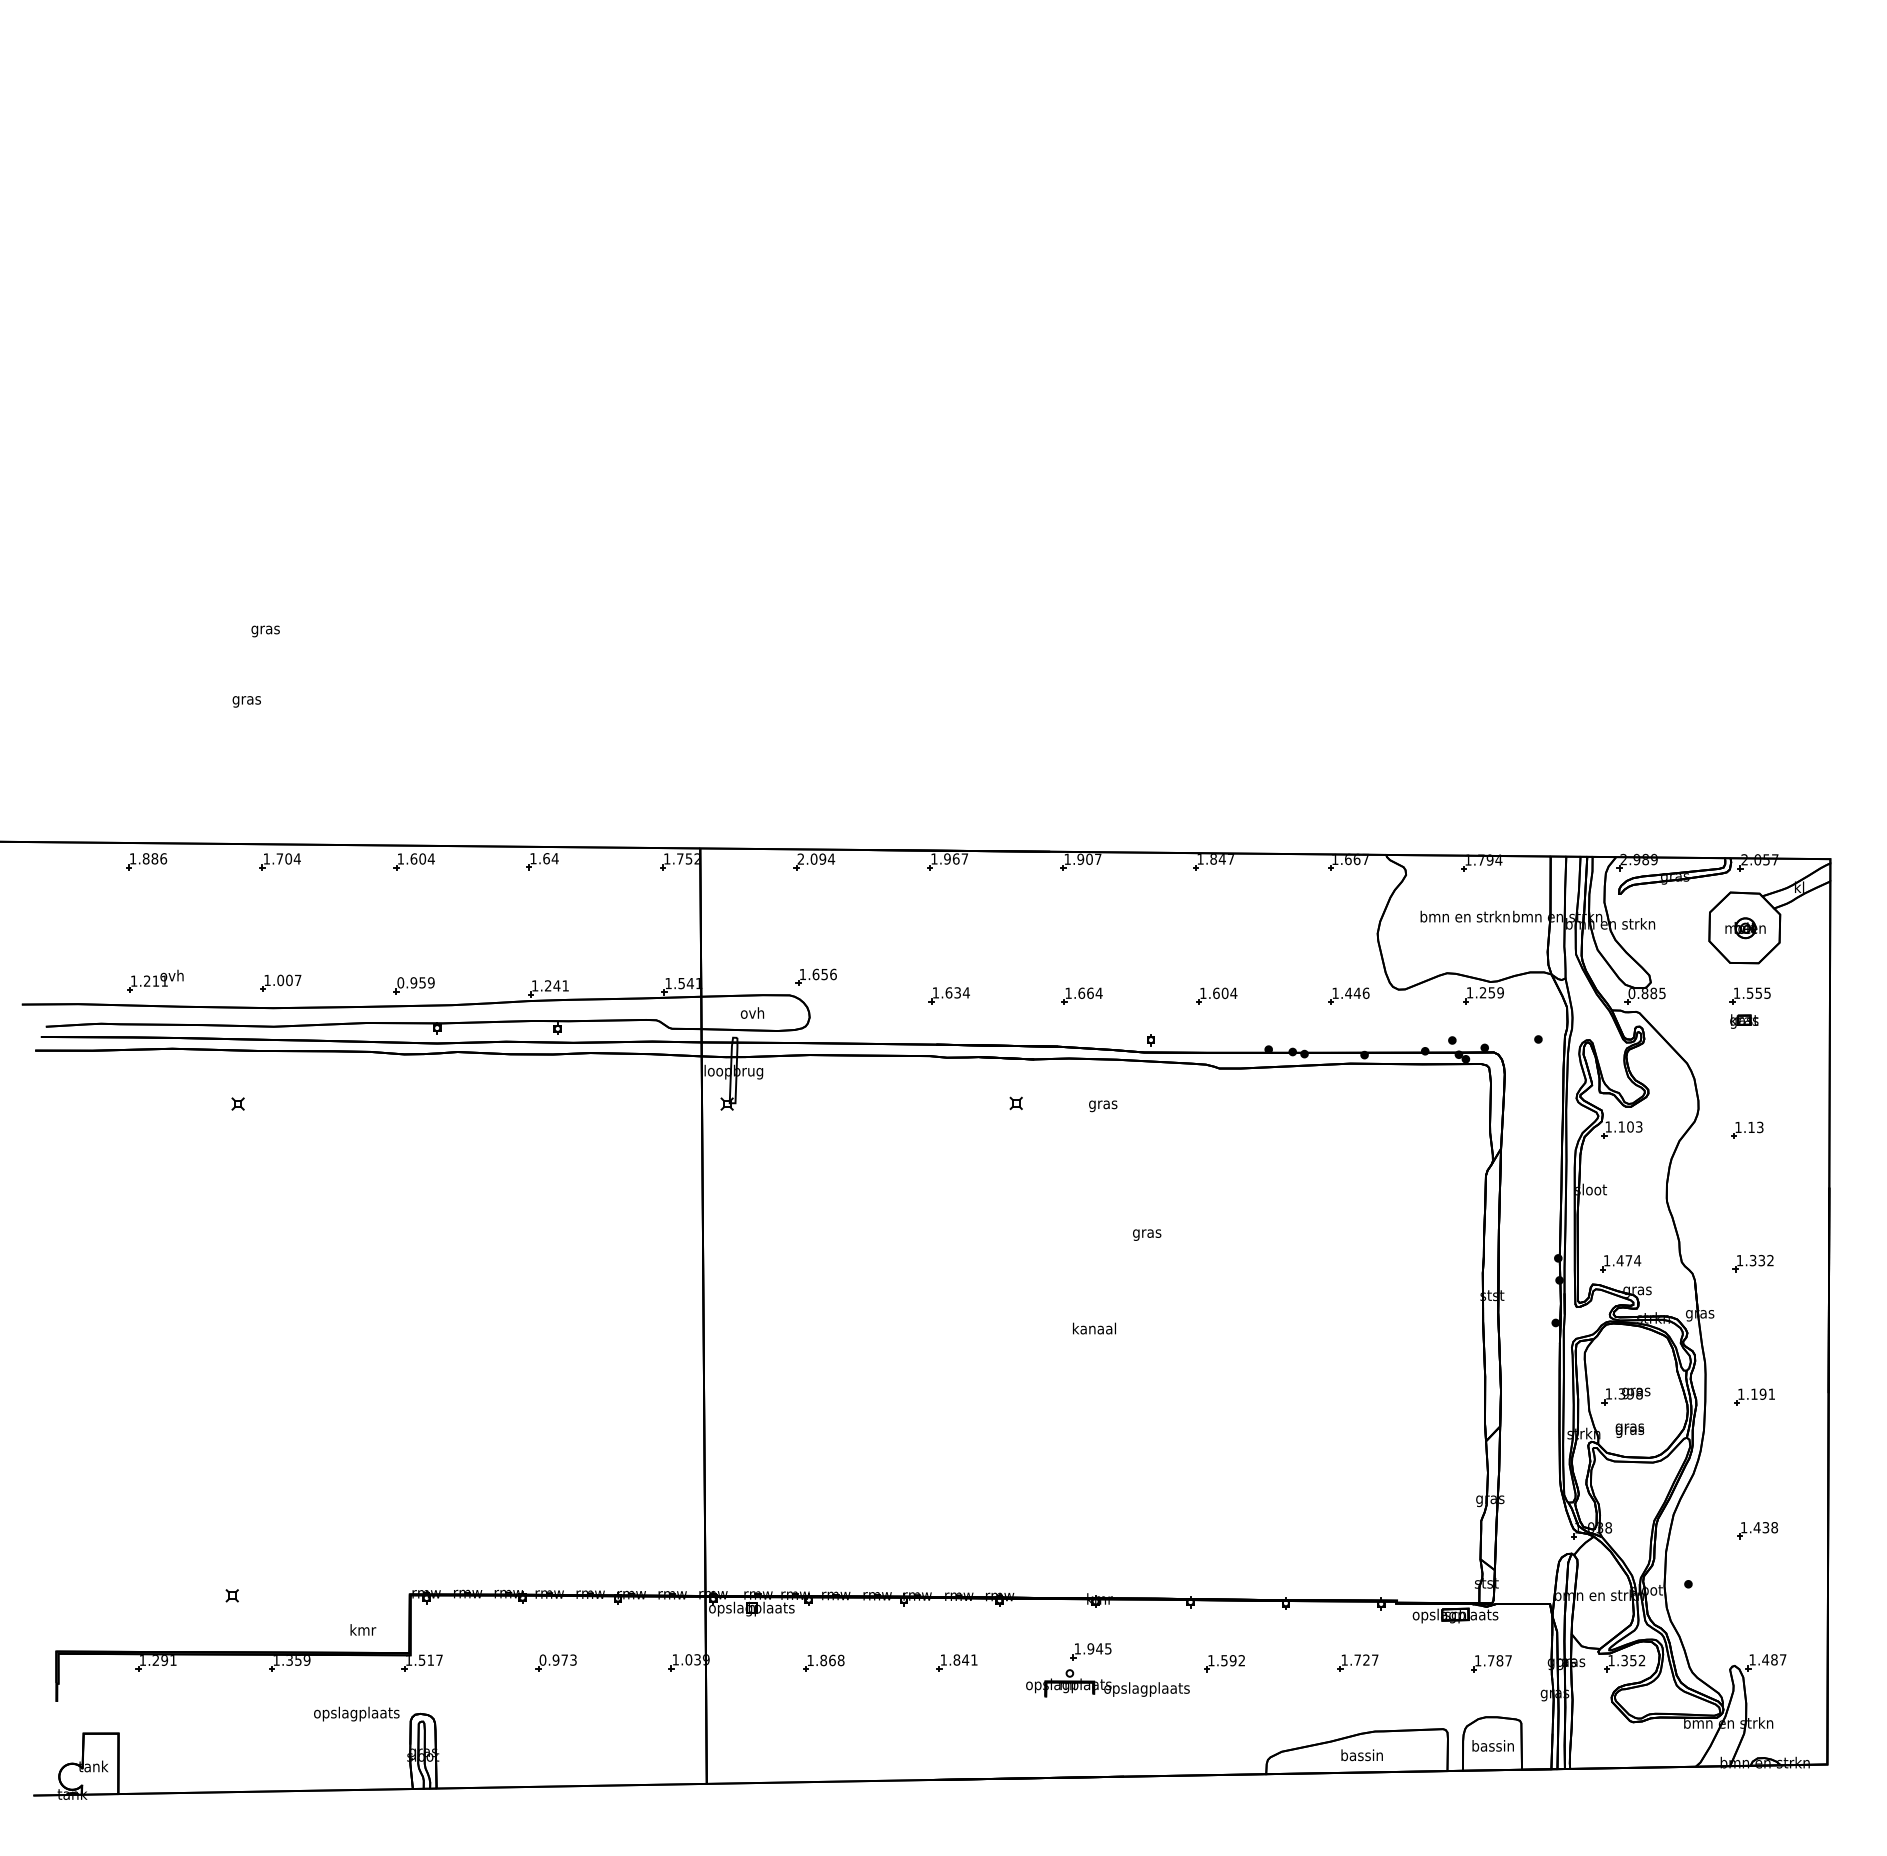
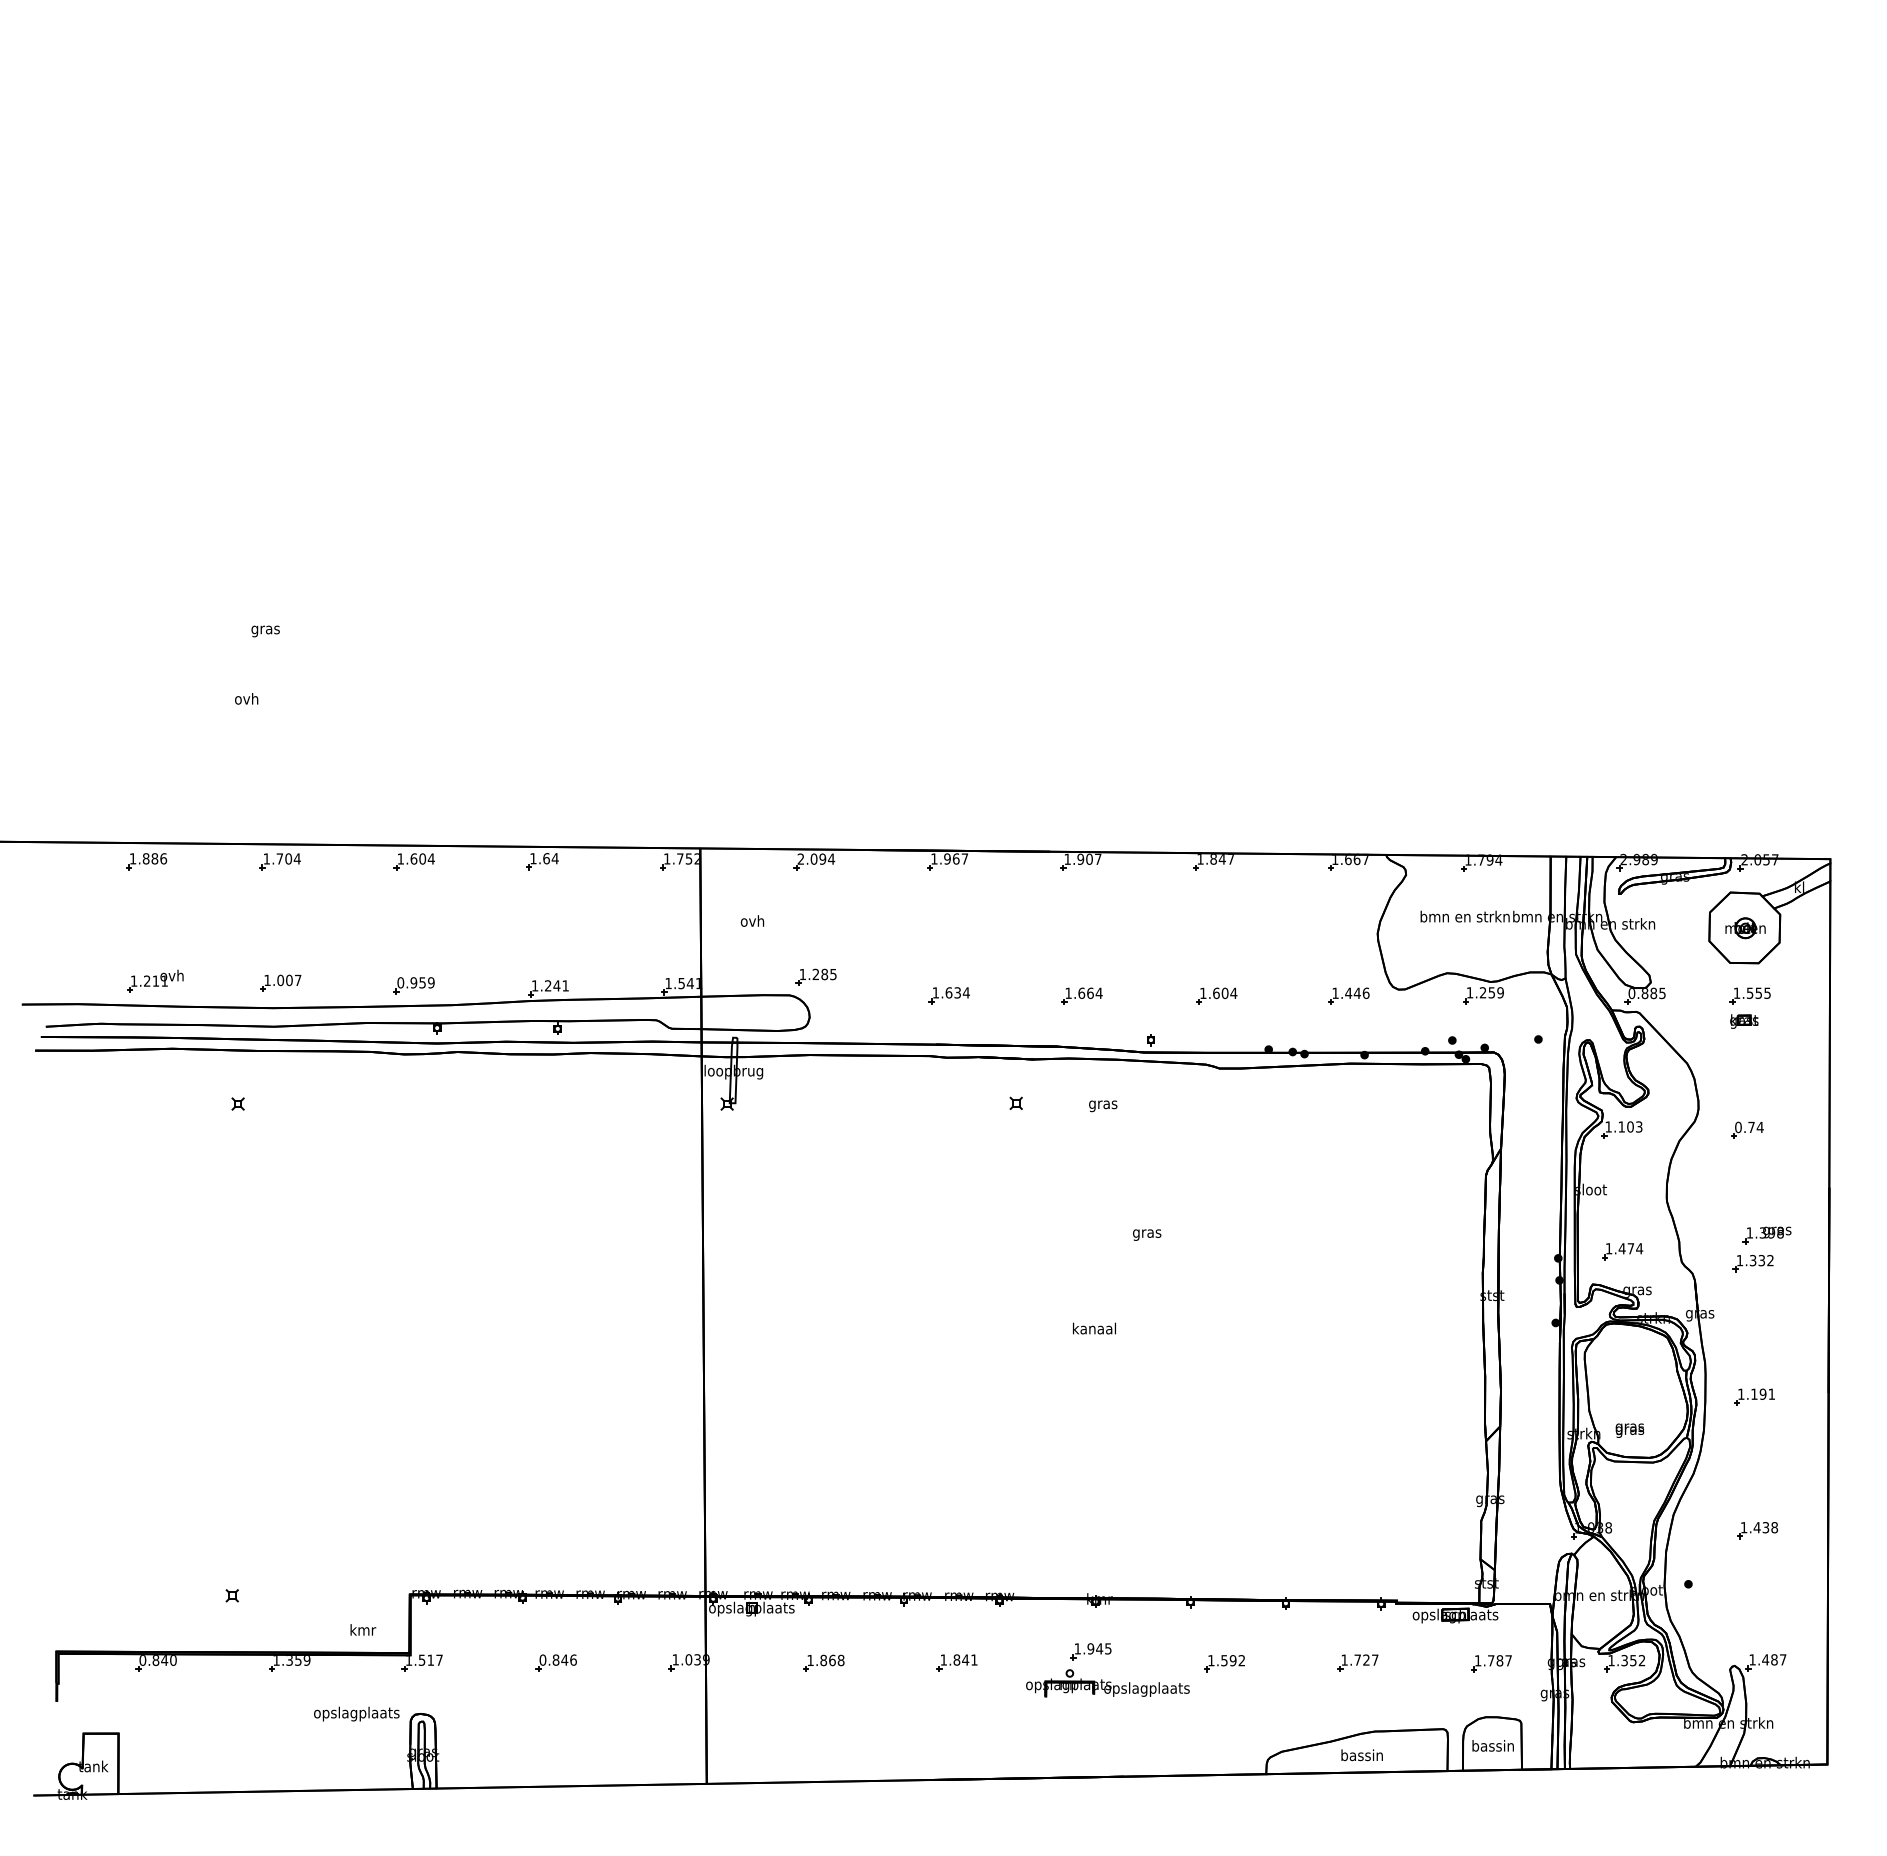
text at (246, 700): gras -> ovh
text at (824, 974): 1.656 -> 1.285
text at (752, 1012) position: (752, 1012) -> (752, 920)
text at (1749, 1127): 1.13 -> 0.74
part at (1620, 1263) position: (1620, 1263) -> (1622, 1251)
part at (1625, 1396) position: (1625, 1396) -> (1766, 1235)
text at (564, 1659): 0.973 -> 0.846
text at (157, 1660): 1.291 -> 0.840
